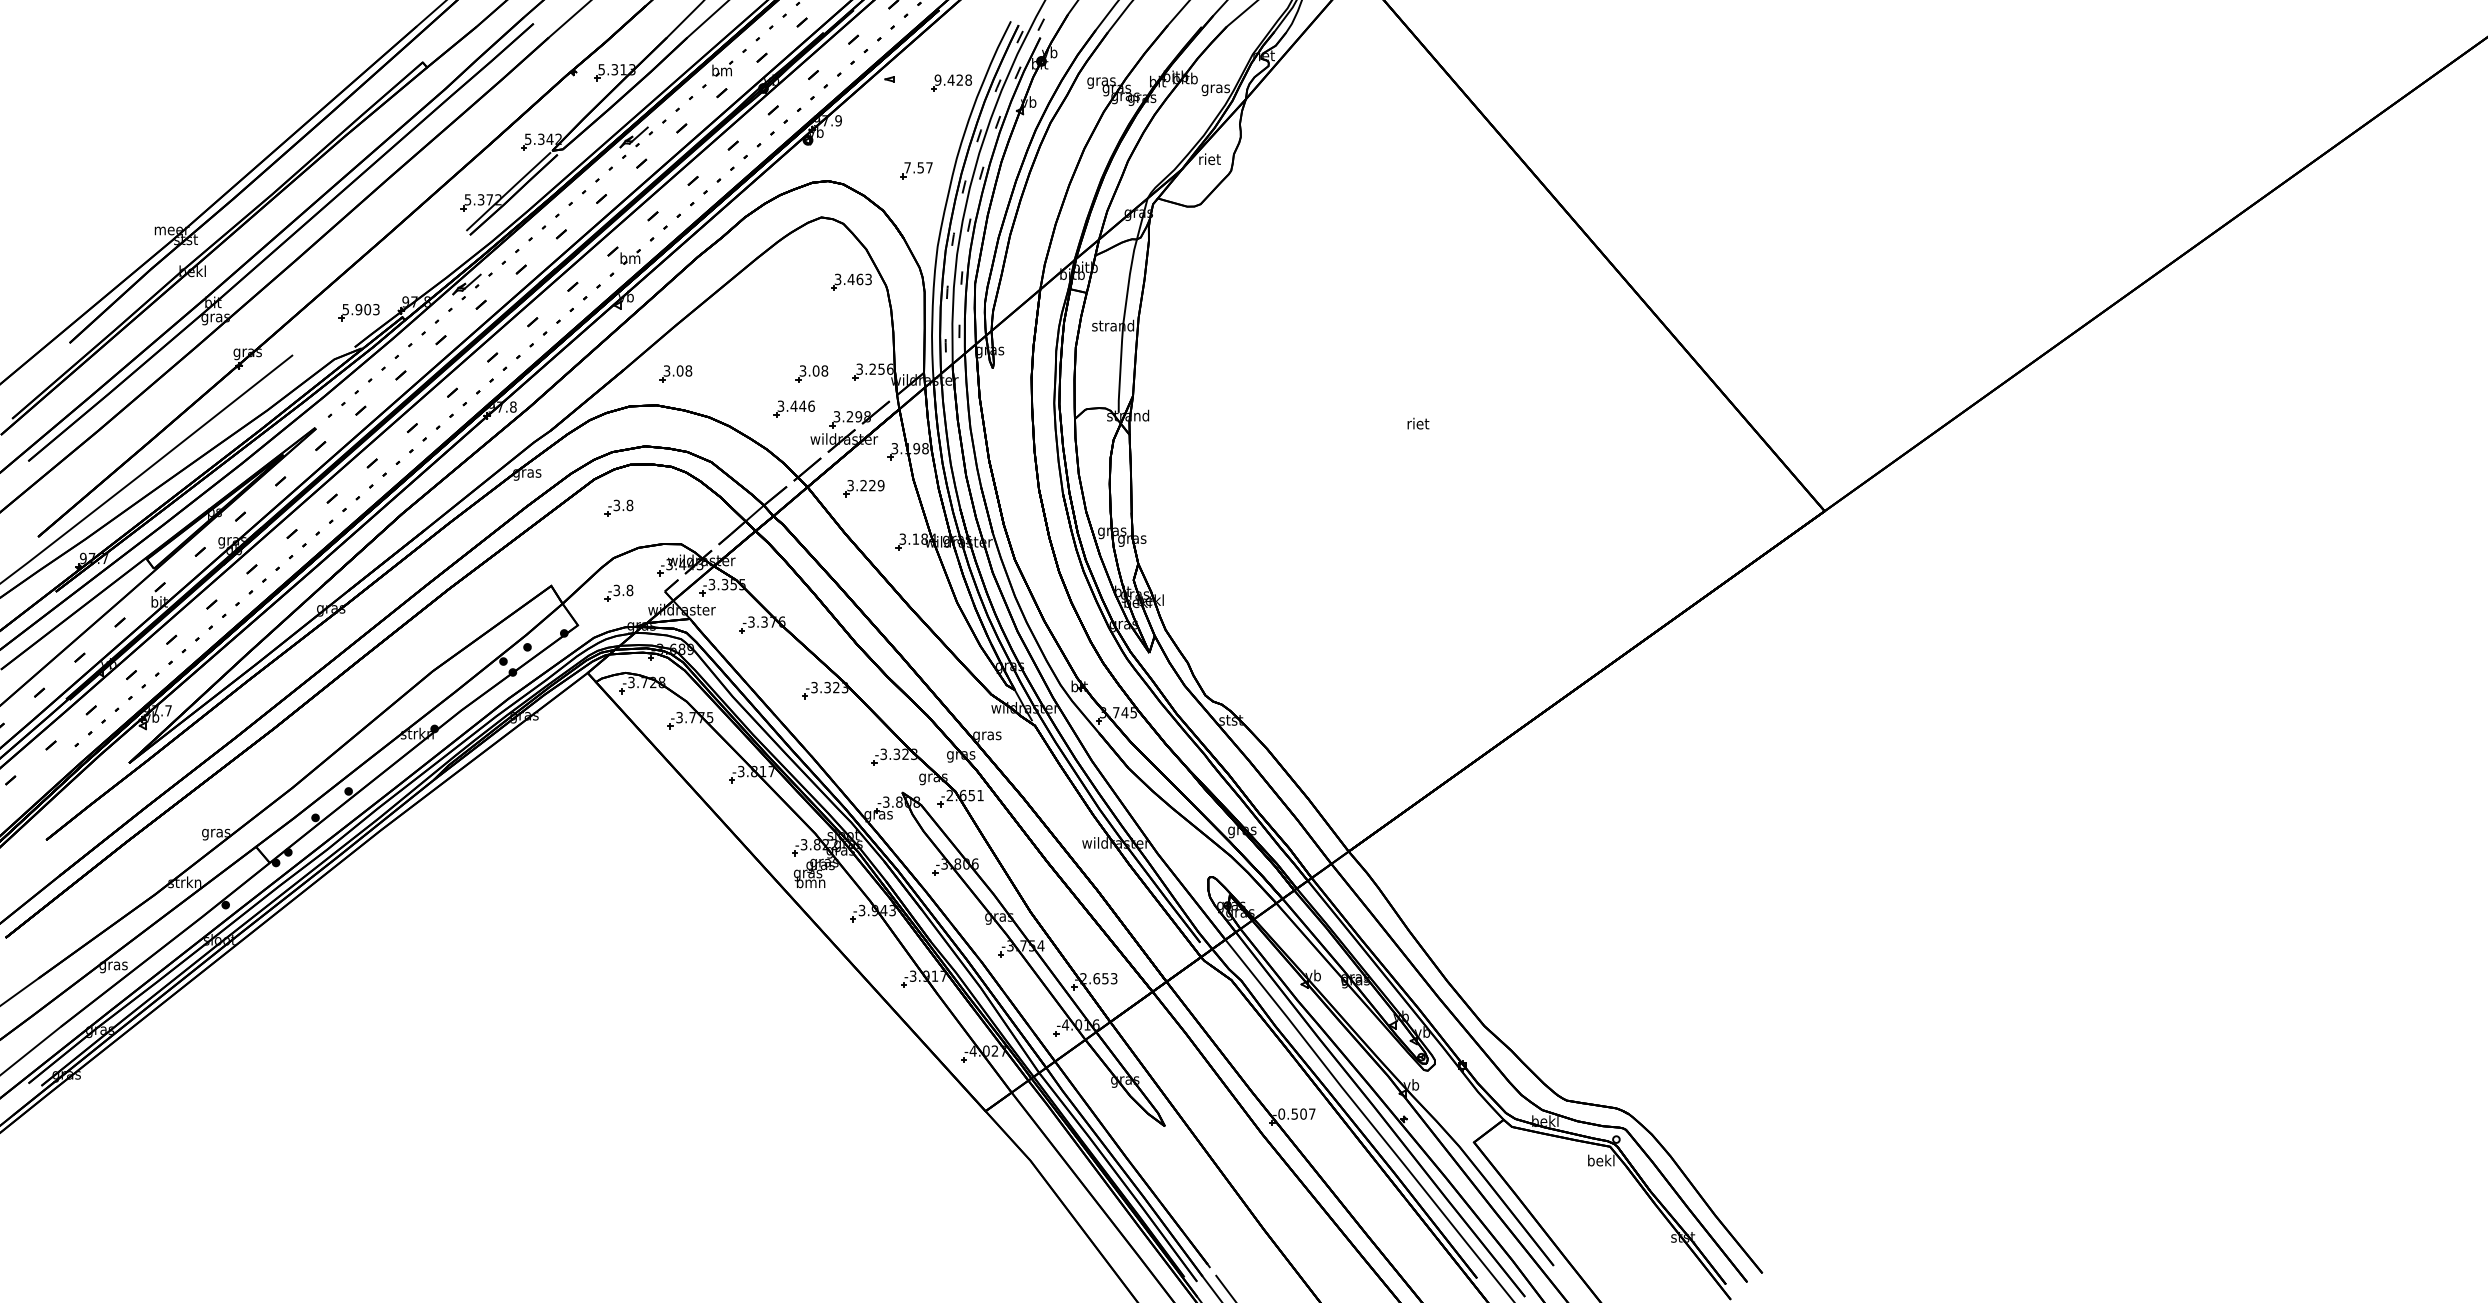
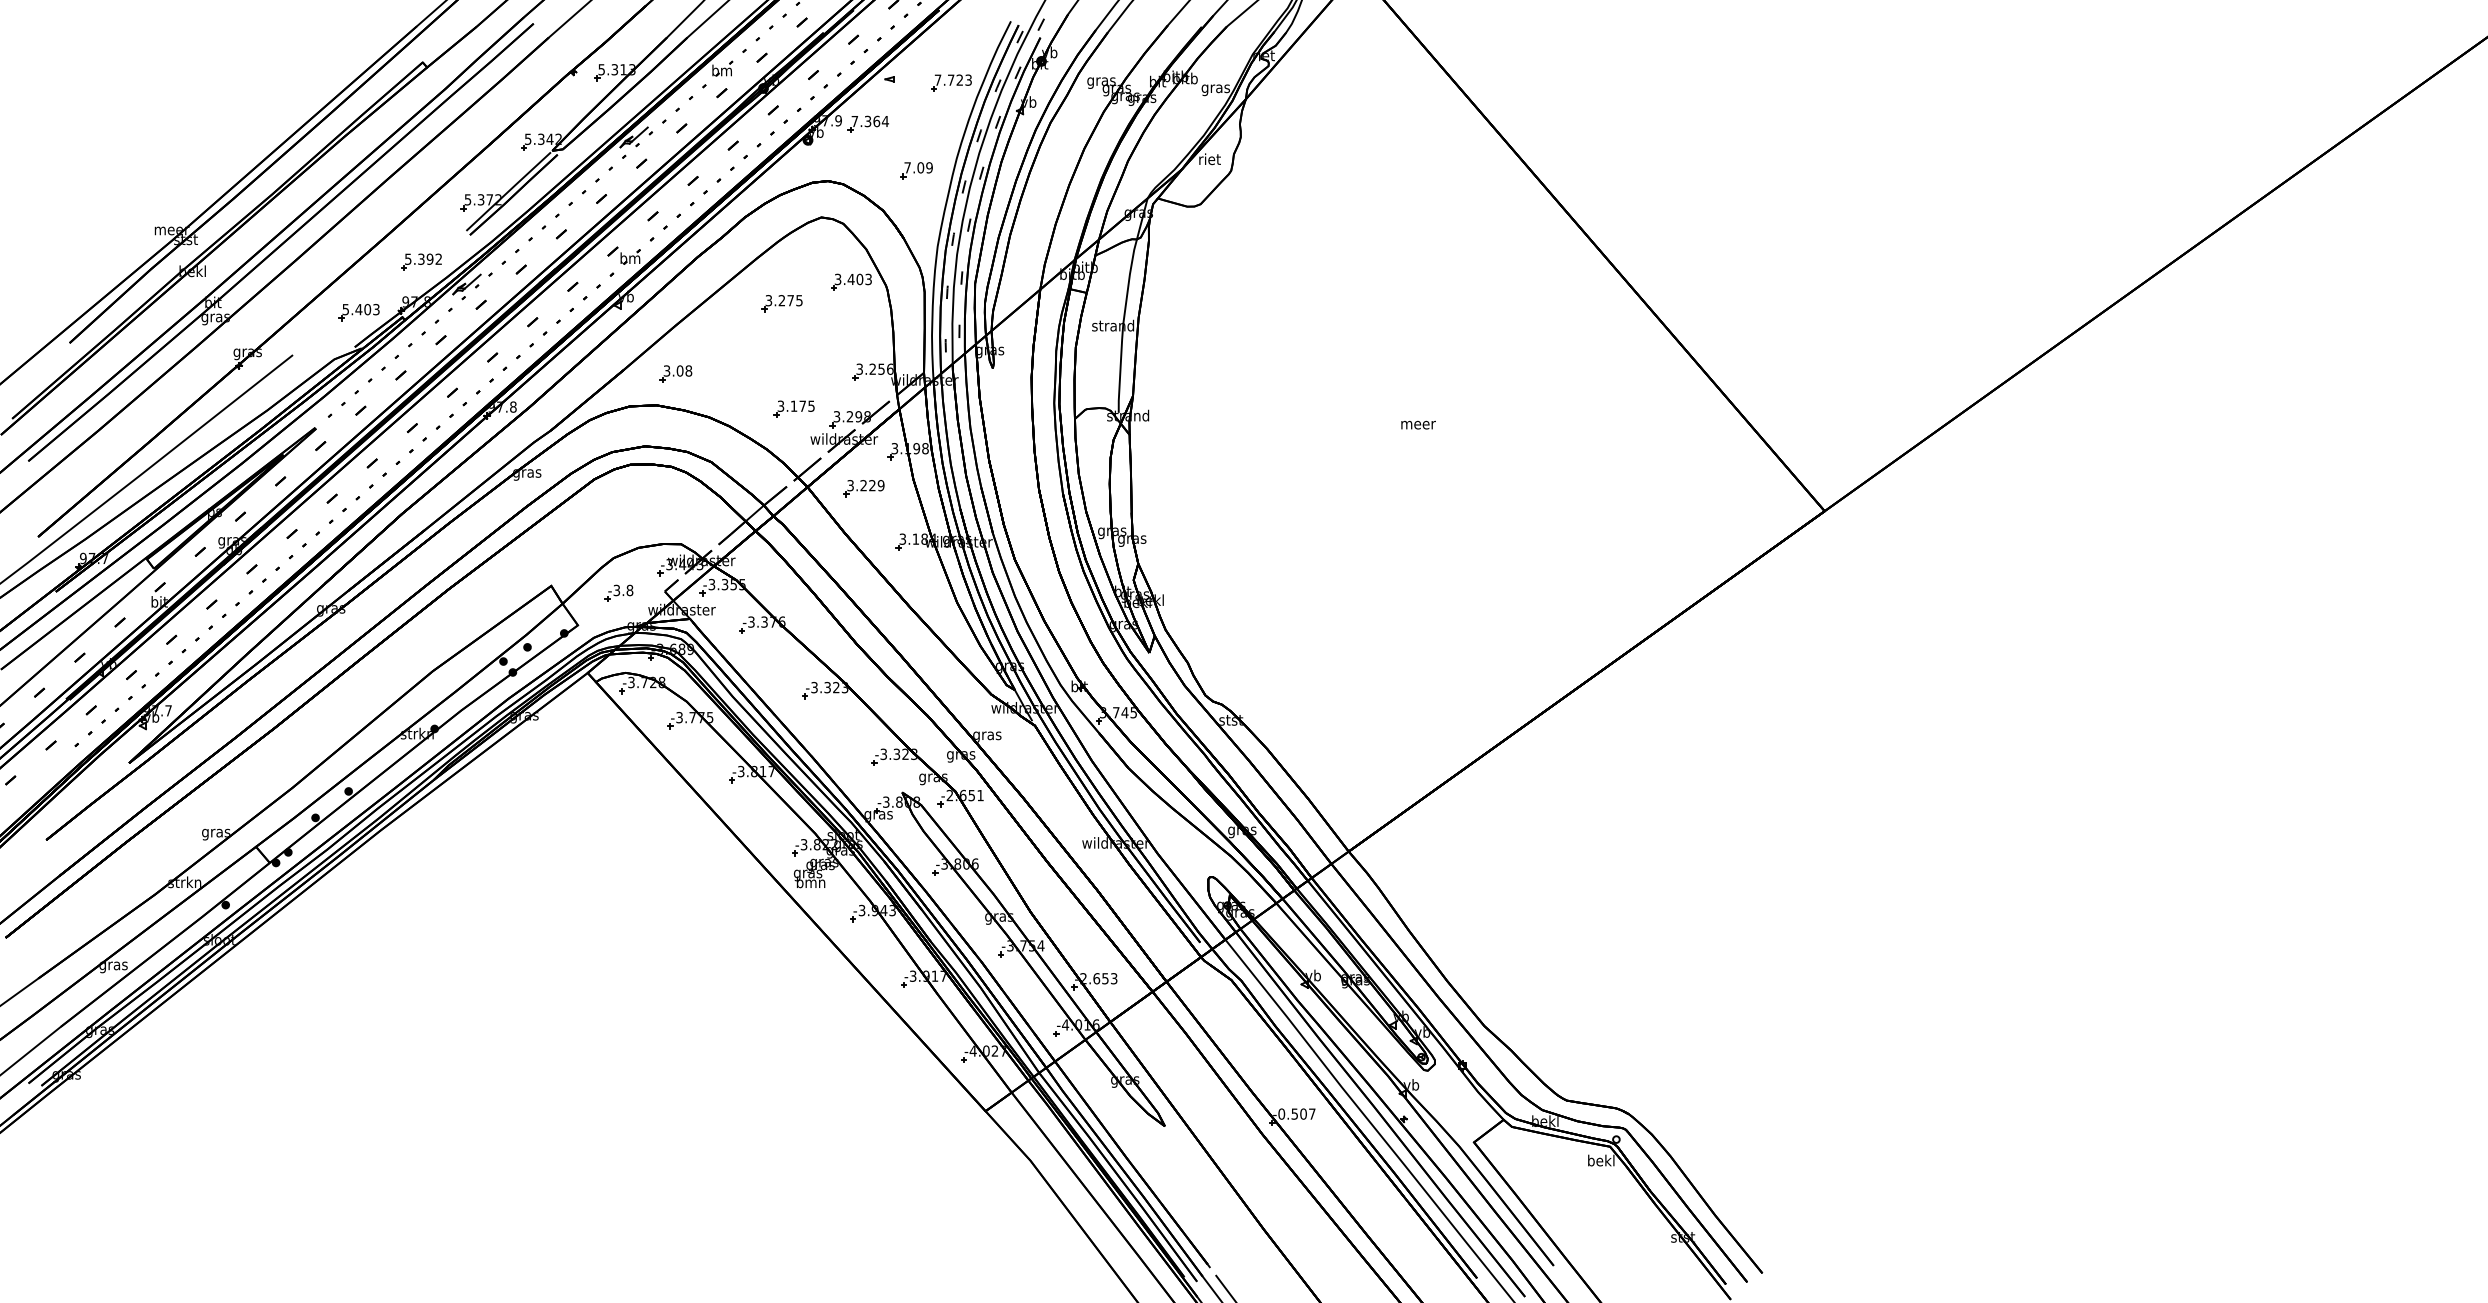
text at (952, 79): 9.428 -> 7.723
part at (867, 123): none -> present
text at (924, 167): 7.57 -> 7.09
part at (421, 261): none -> present
text at (859, 278): 3.463 -> 3.403
part at (781, 303): none -> present
text at (358, 309): 5.903 -> 5.403
part at (811, 373): present -> none
text at (802, 405): 3.446 -> 3.175
text at (1418, 423): riet -> meer
part at (618, 507): present -> none
